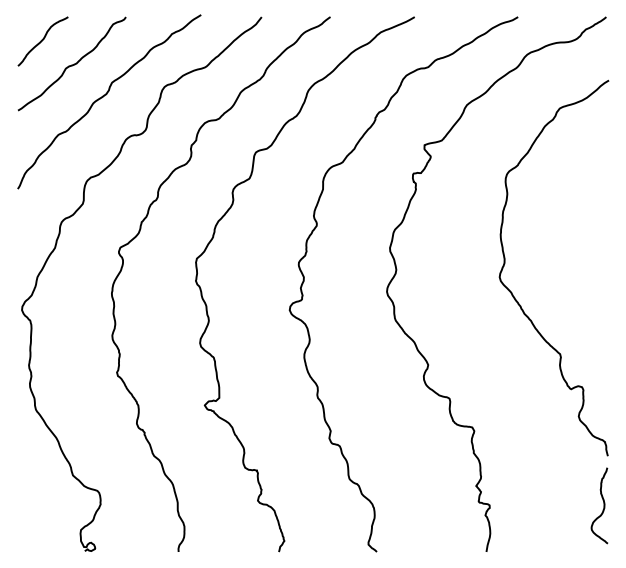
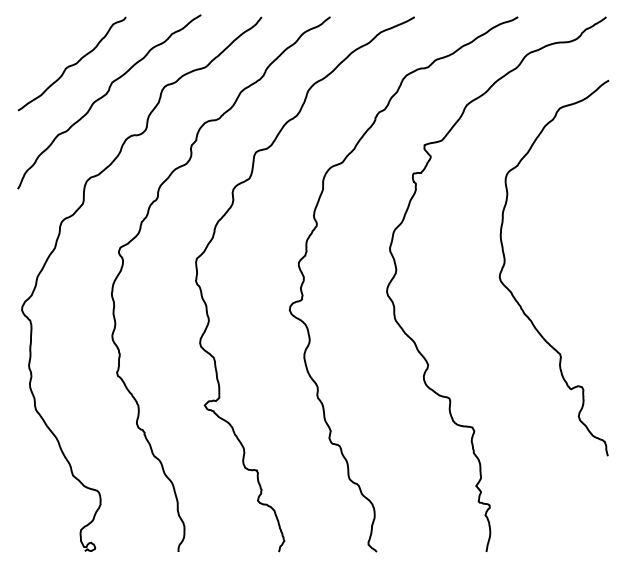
curve at (42, 41): present -> none
curve at (603, 505): present -> none
